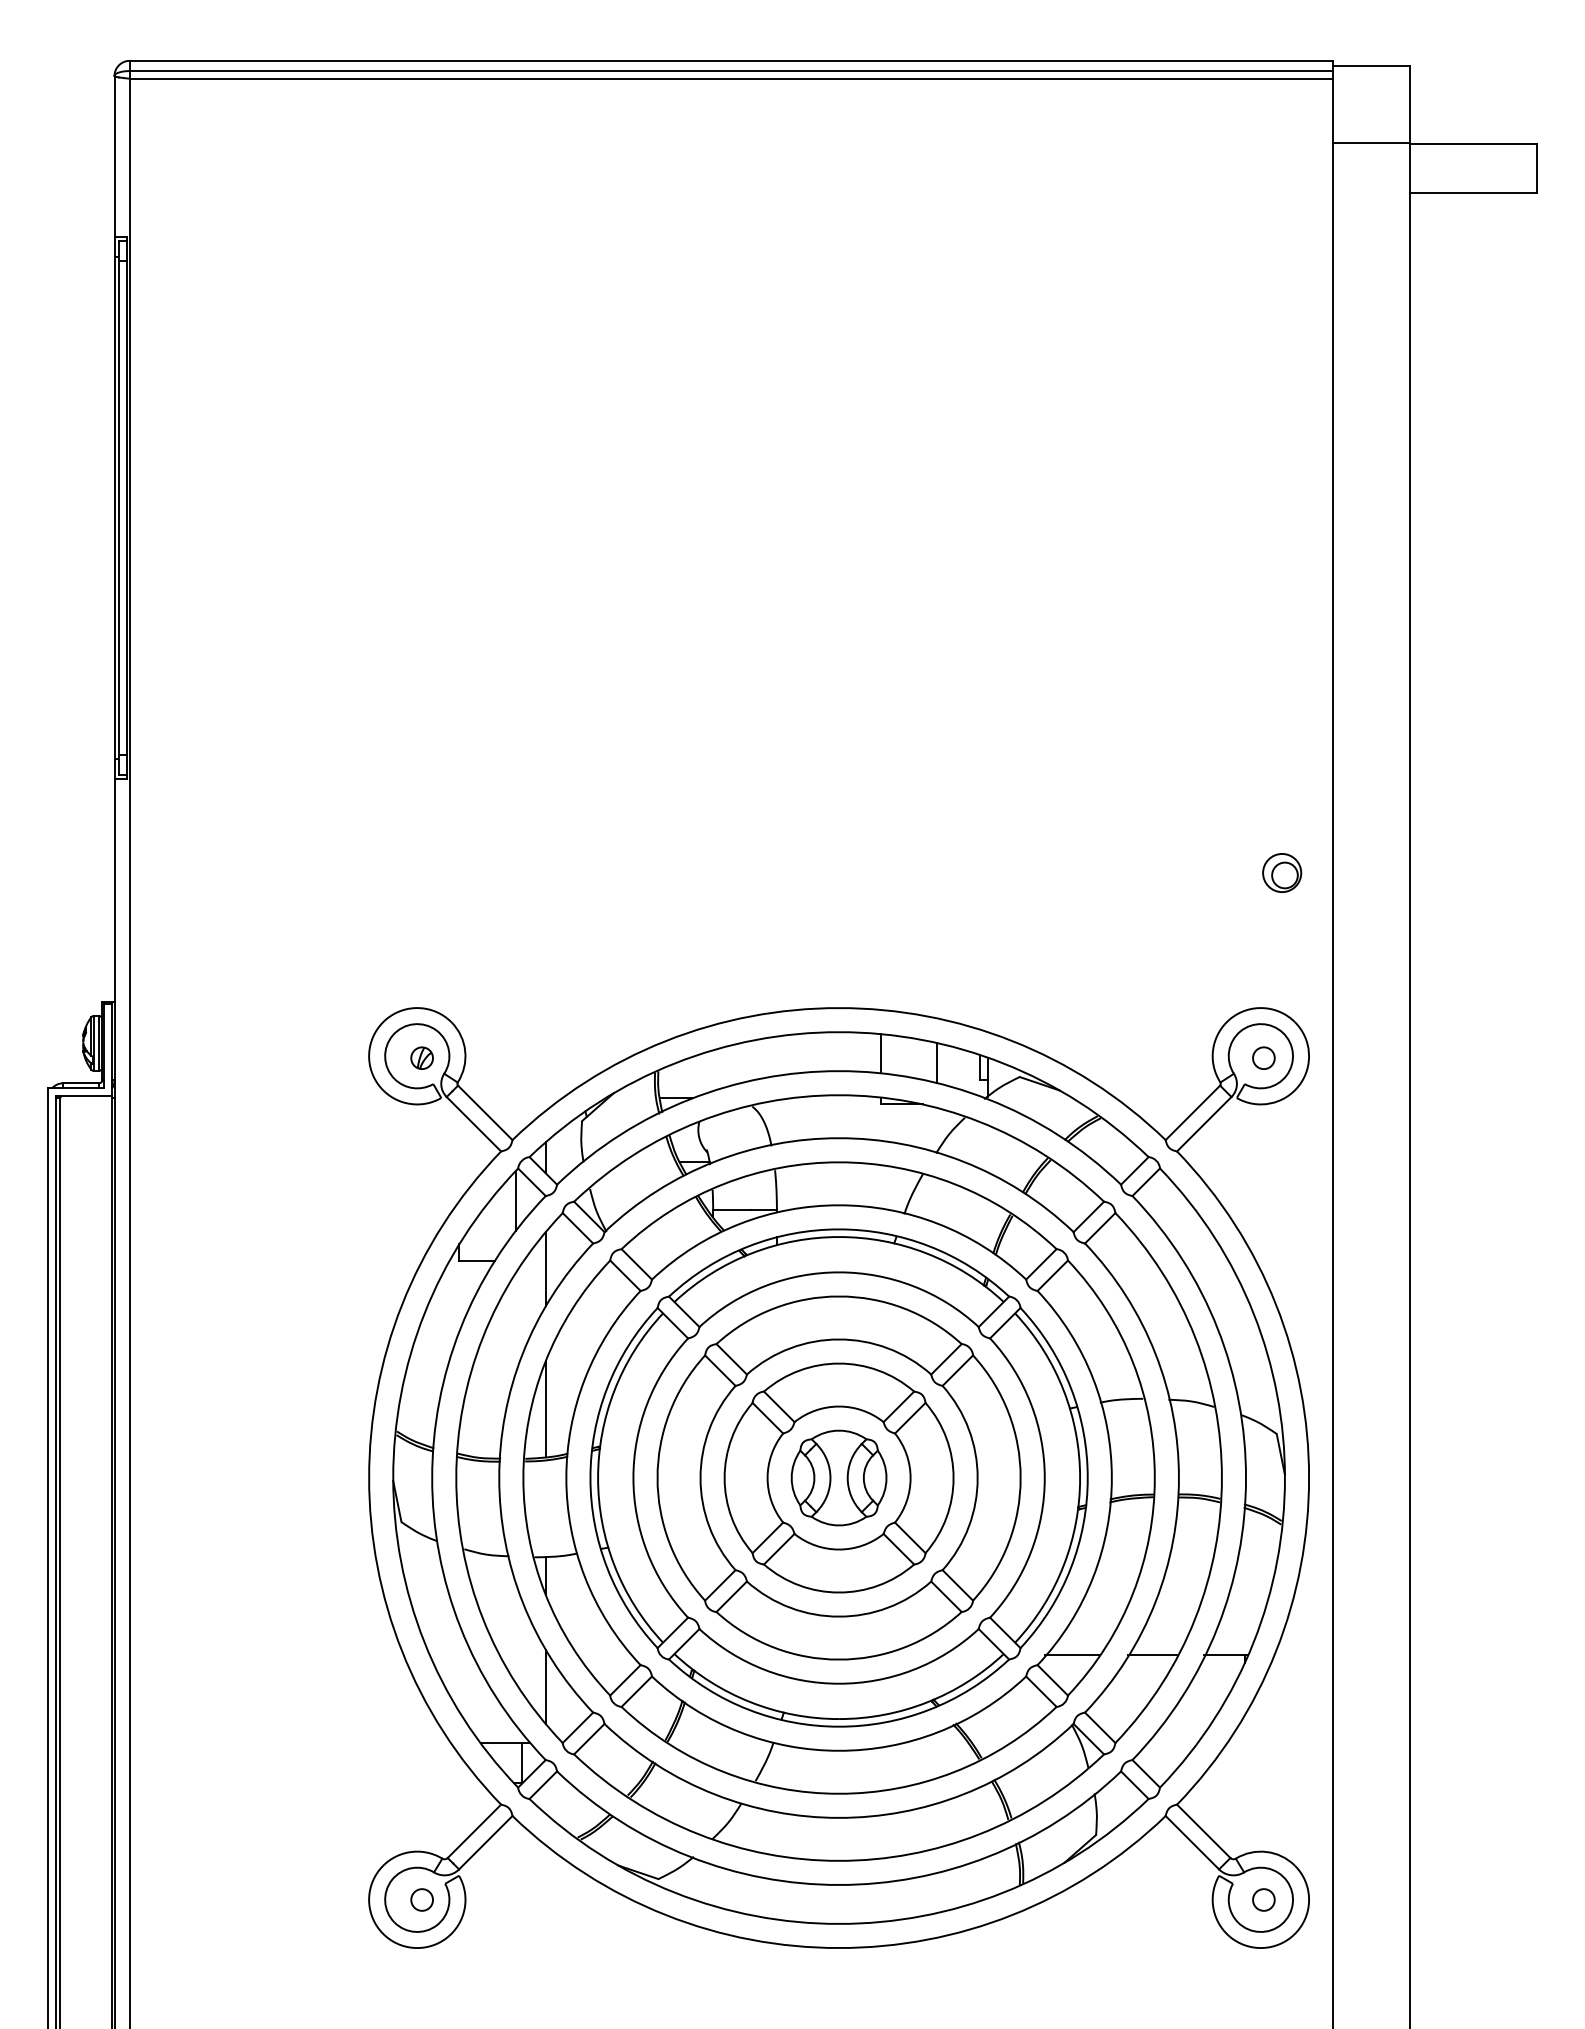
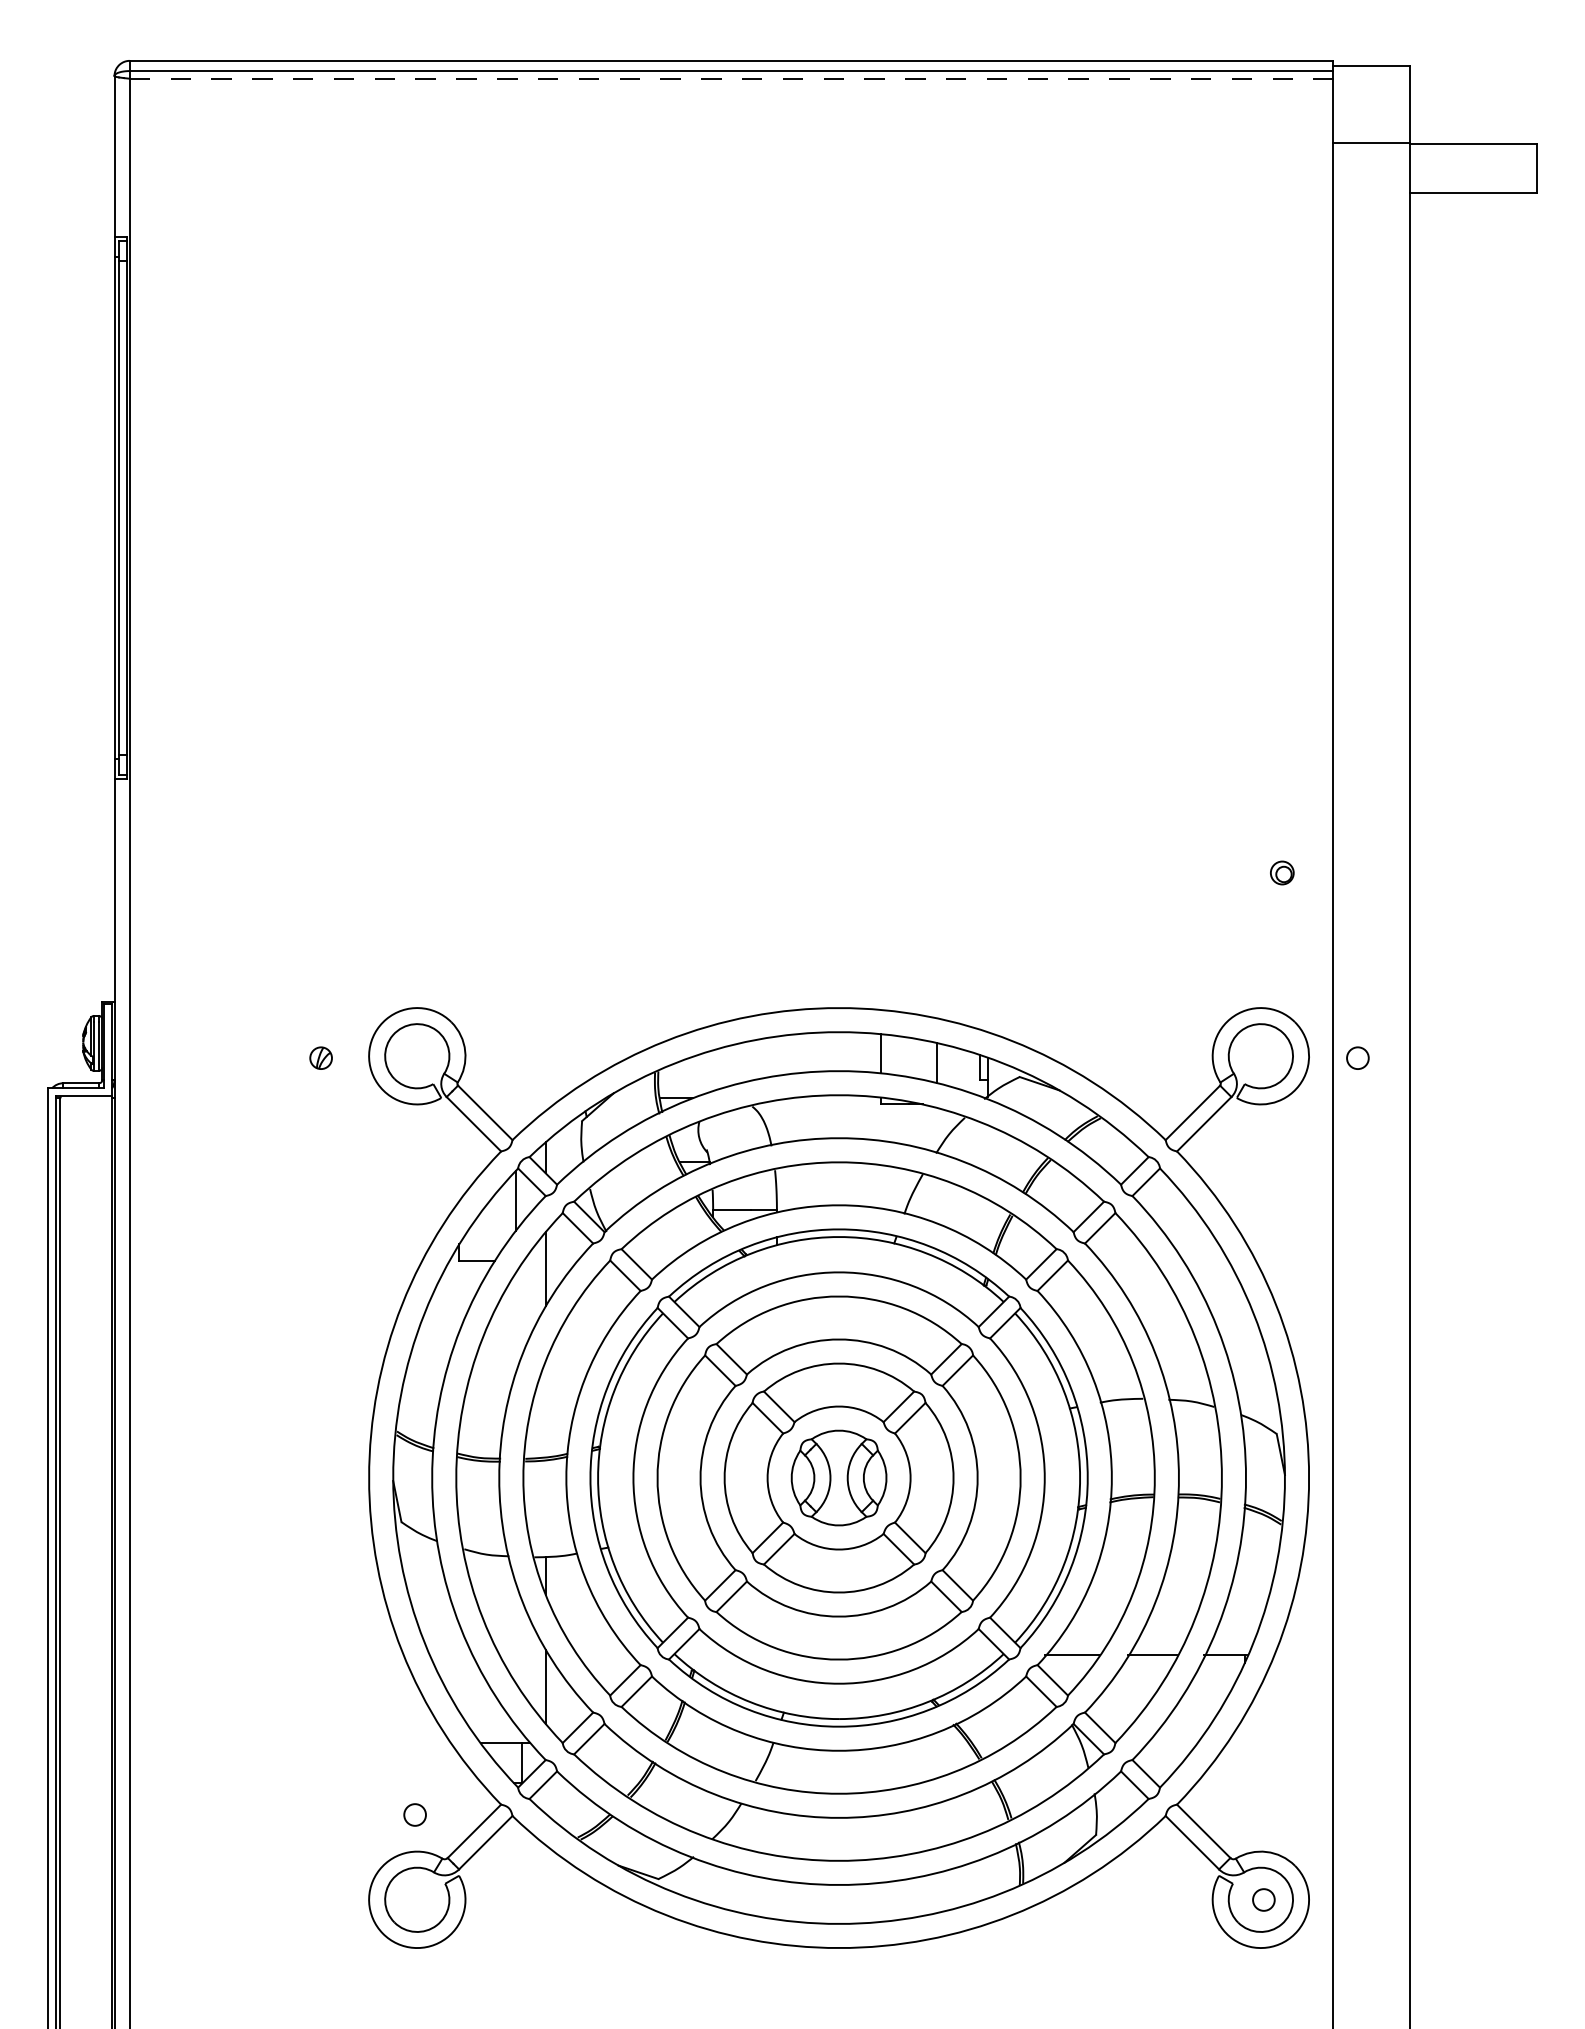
line at (731, 78): solid -> dashed
part at (1282, 872) size: 41x40 px -> 25x26 px
part at (421, 1057) position: (421, 1057) -> (320, 1057)
circle at (1263, 1057) position: (1263, 1057) -> (1357, 1057)
line at (545, 1408): present -> none
circle at (421, 1899) position: (421, 1899) -> (414, 1814)
